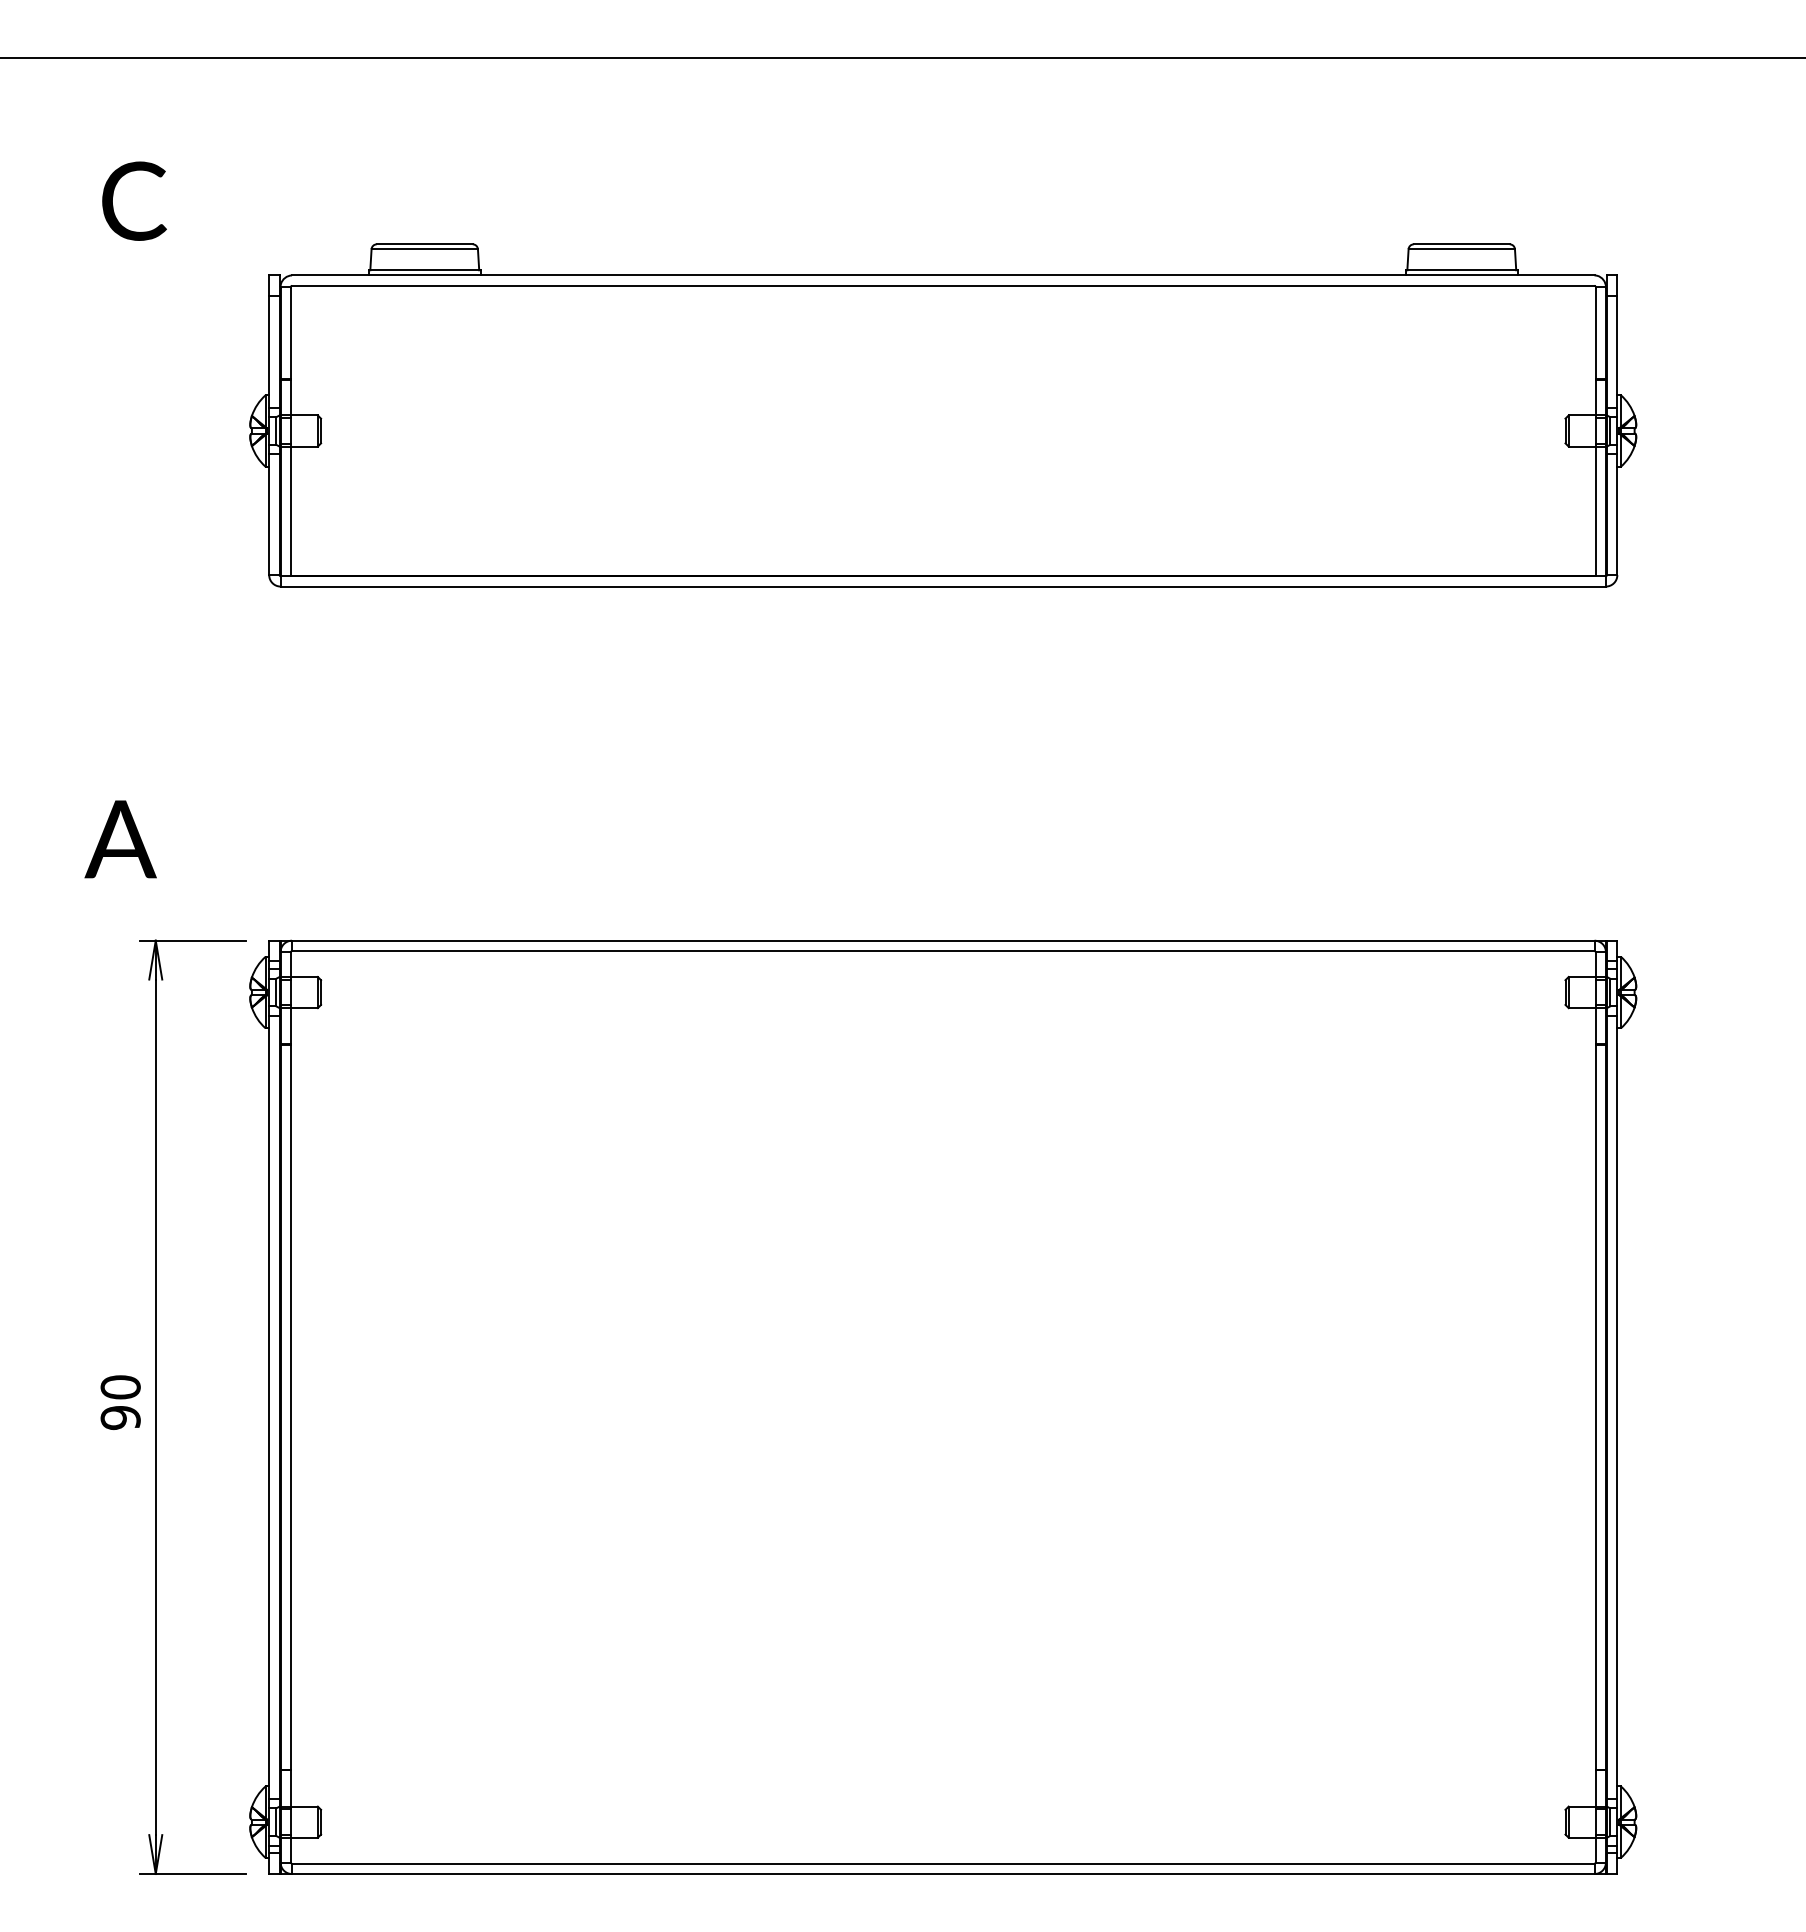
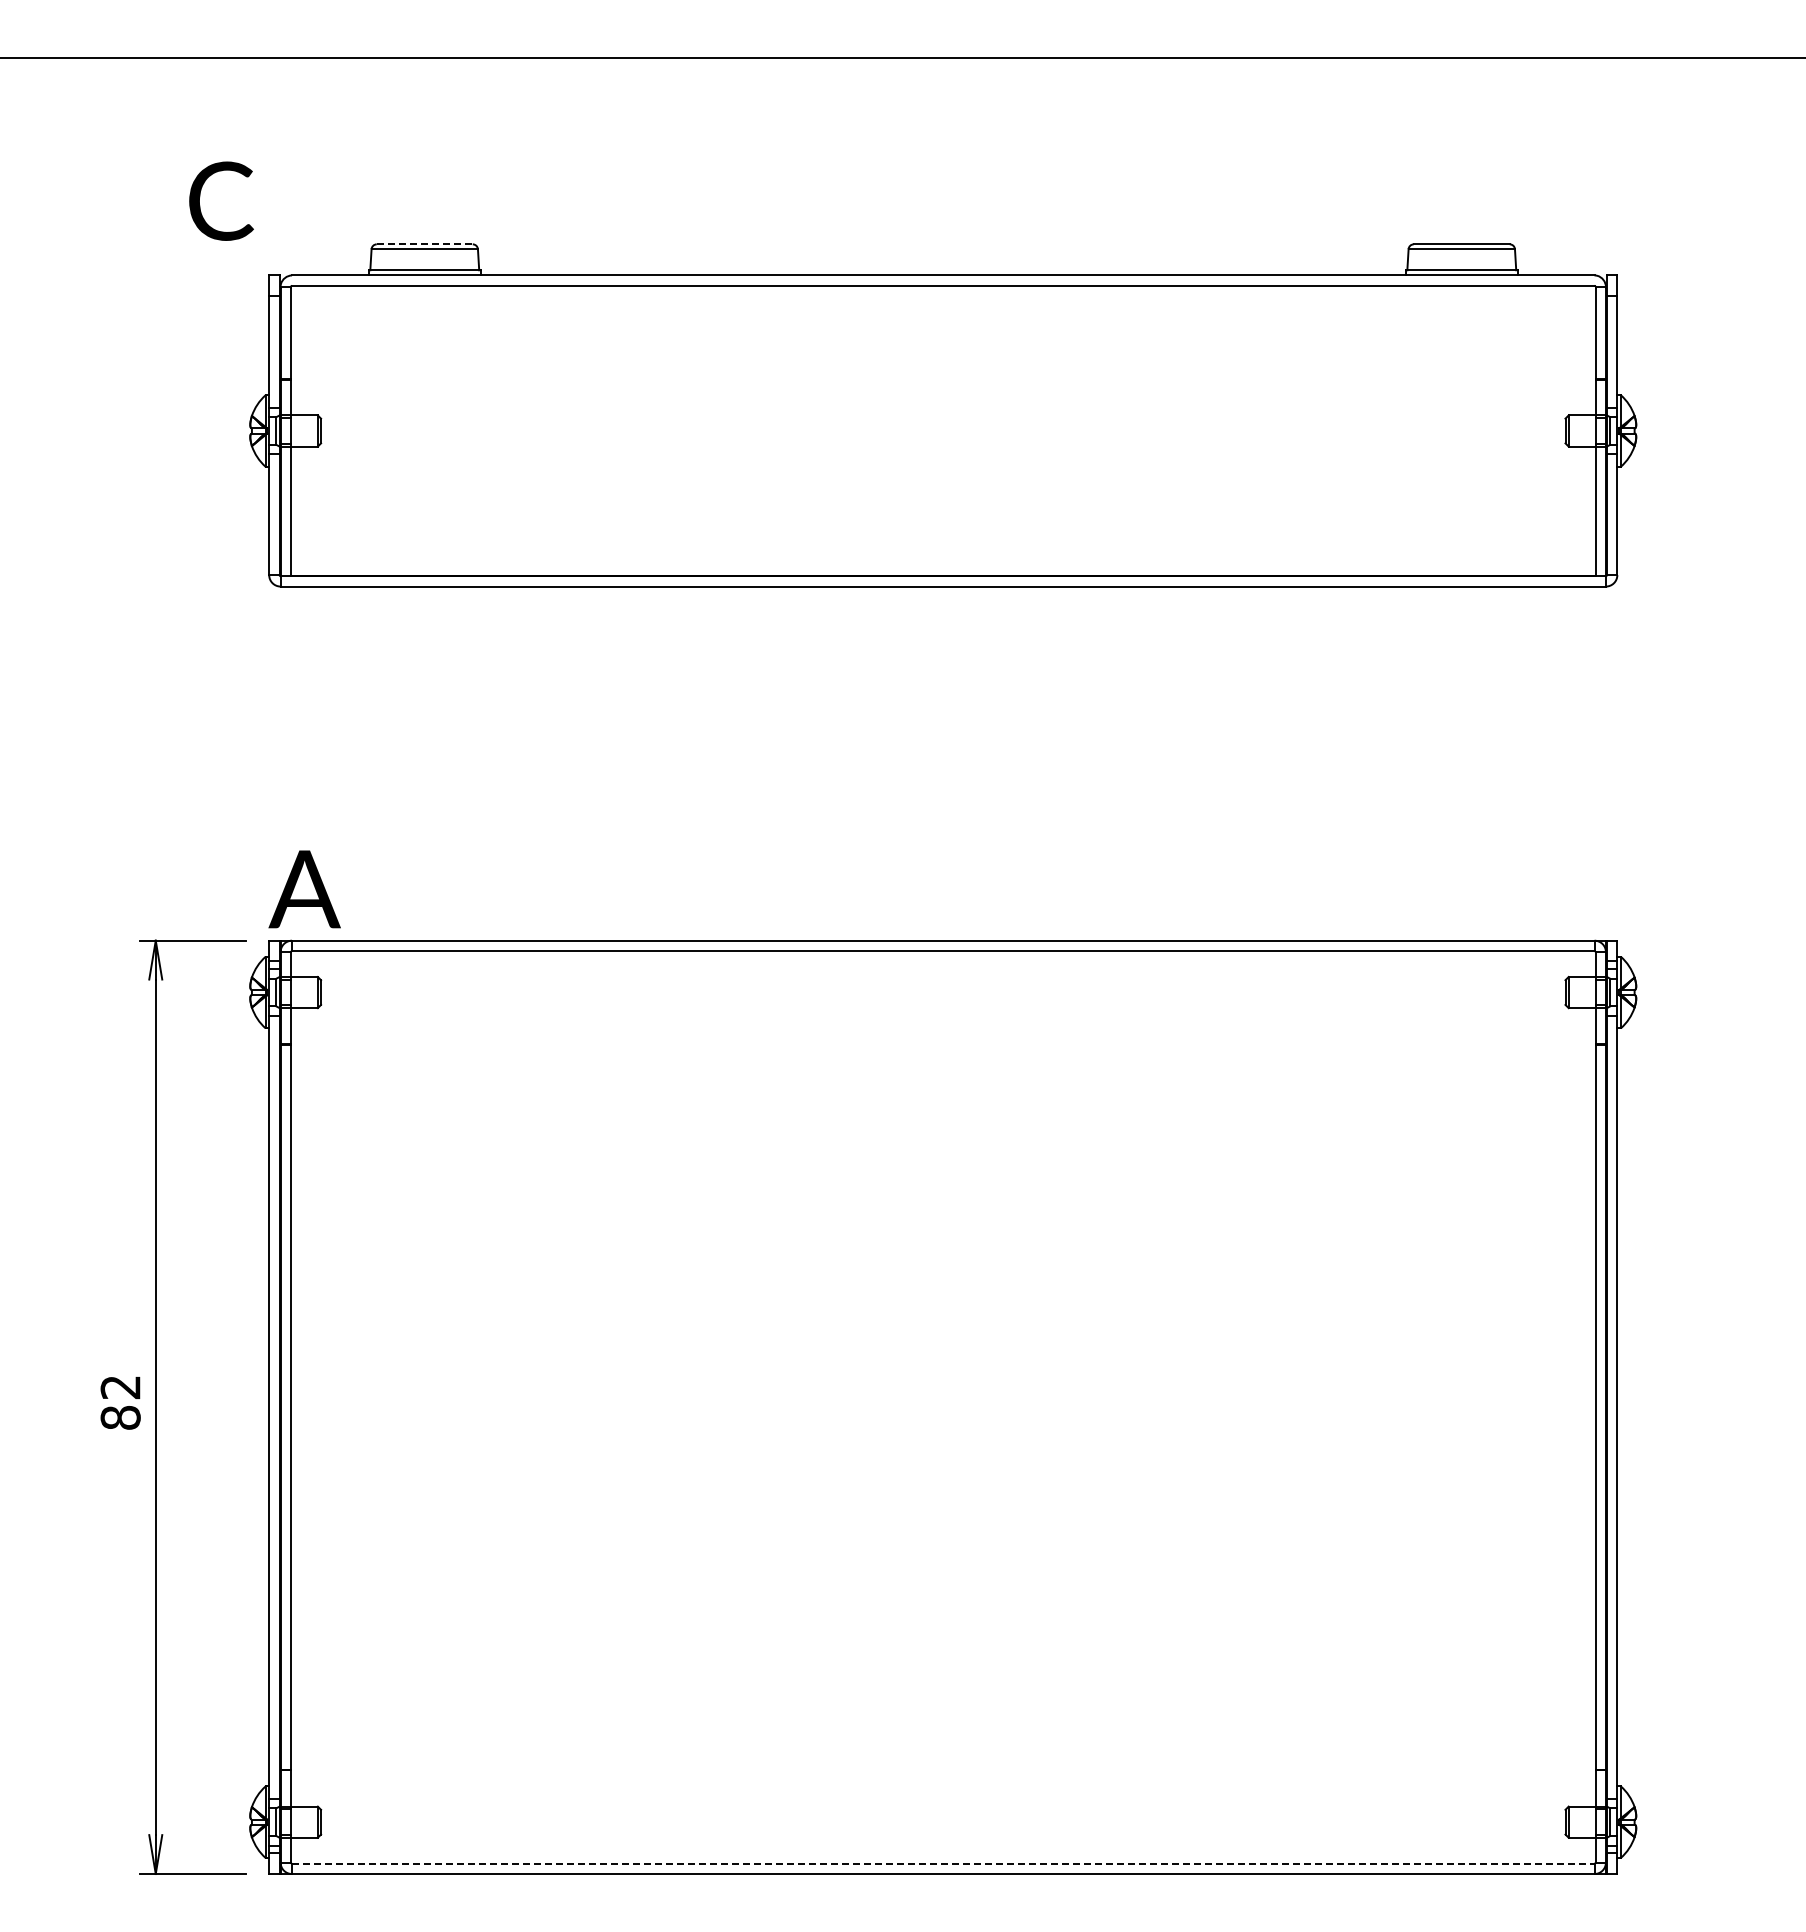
text at (134, 200) position: (134, 200) -> (221, 200)
line at (425, 244): solid -> dashed
text at (120, 839) position: (120, 839) -> (304, 889)
text at (120, 1402): 90 -> 82
line at (943, 1863): solid -> dashed
